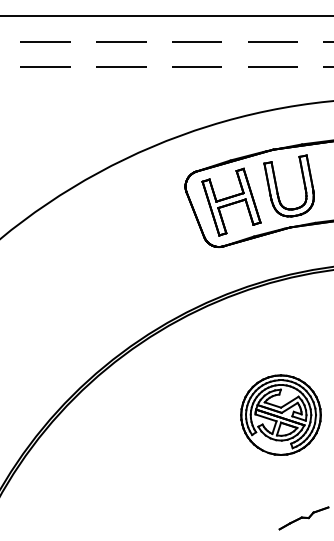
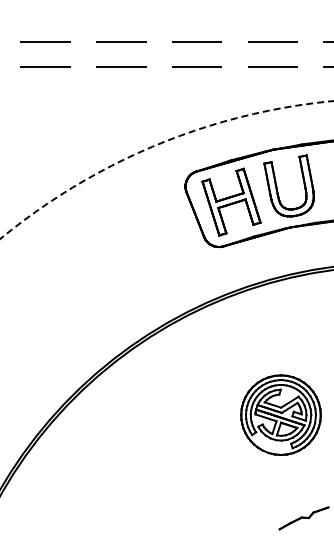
line at (166, 16): present -> none
circle at (166, 169): solid -> dashed
